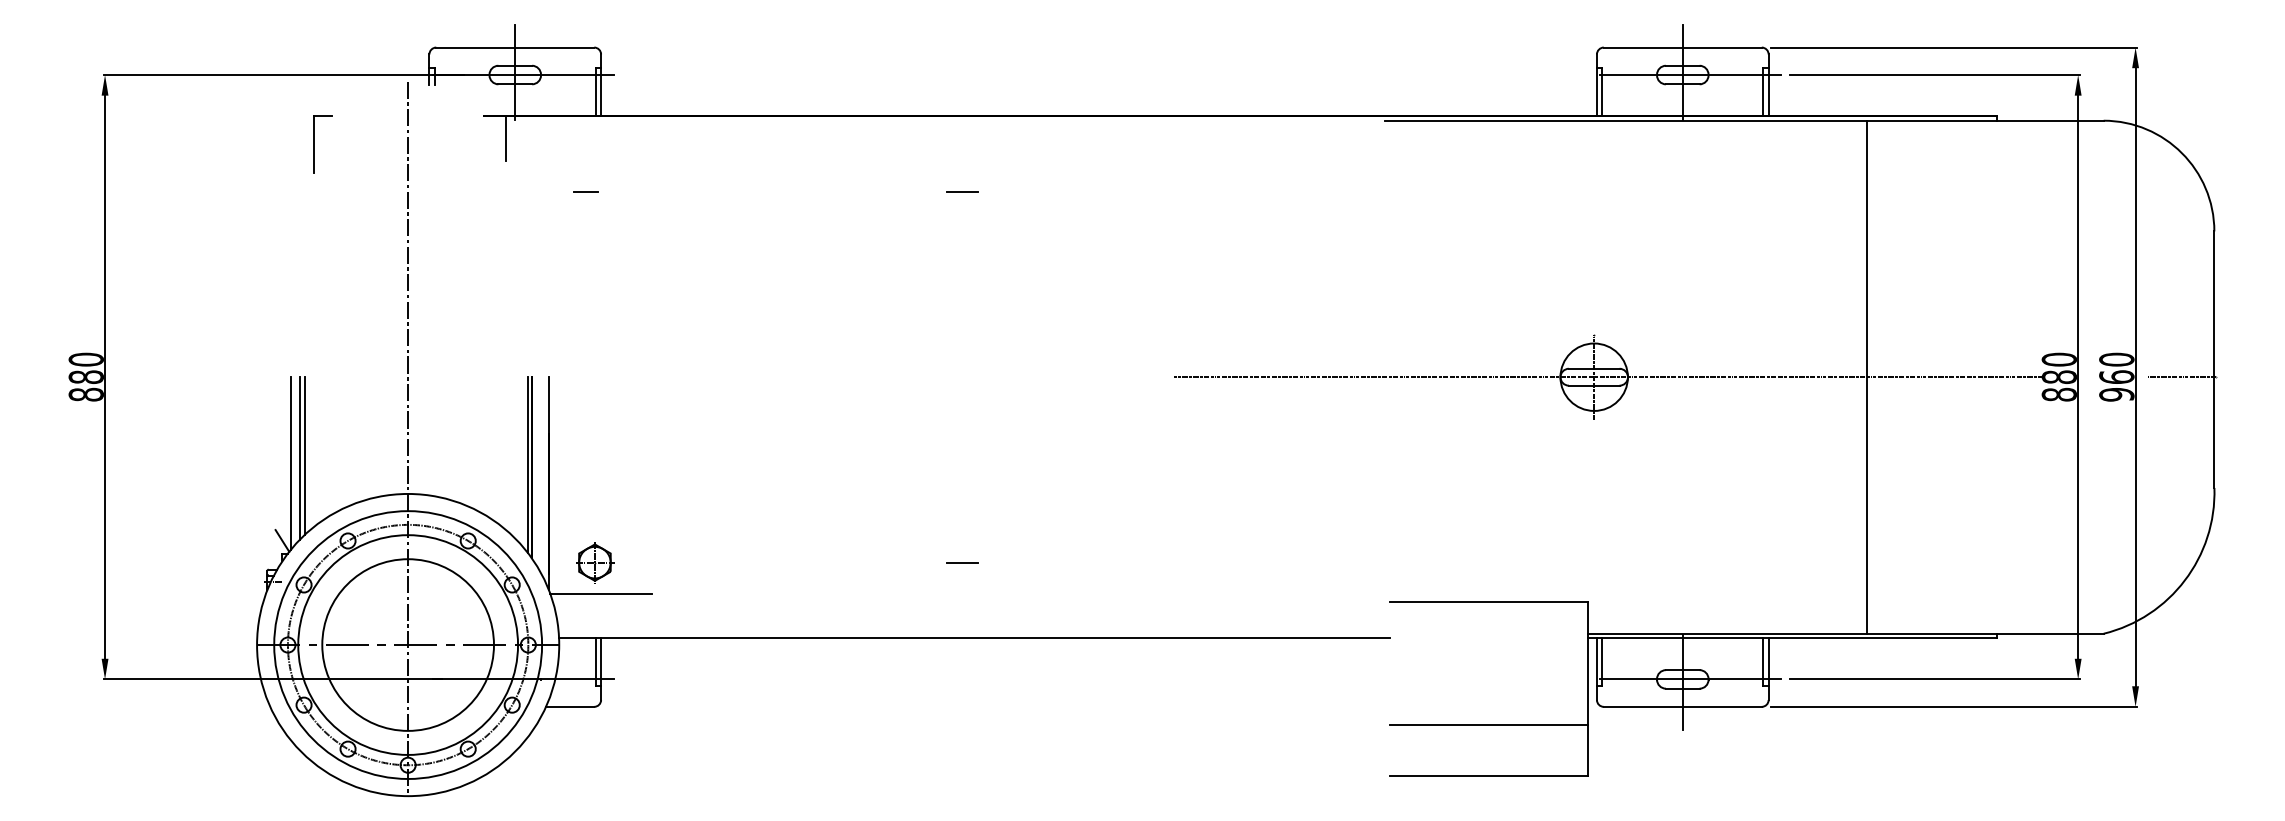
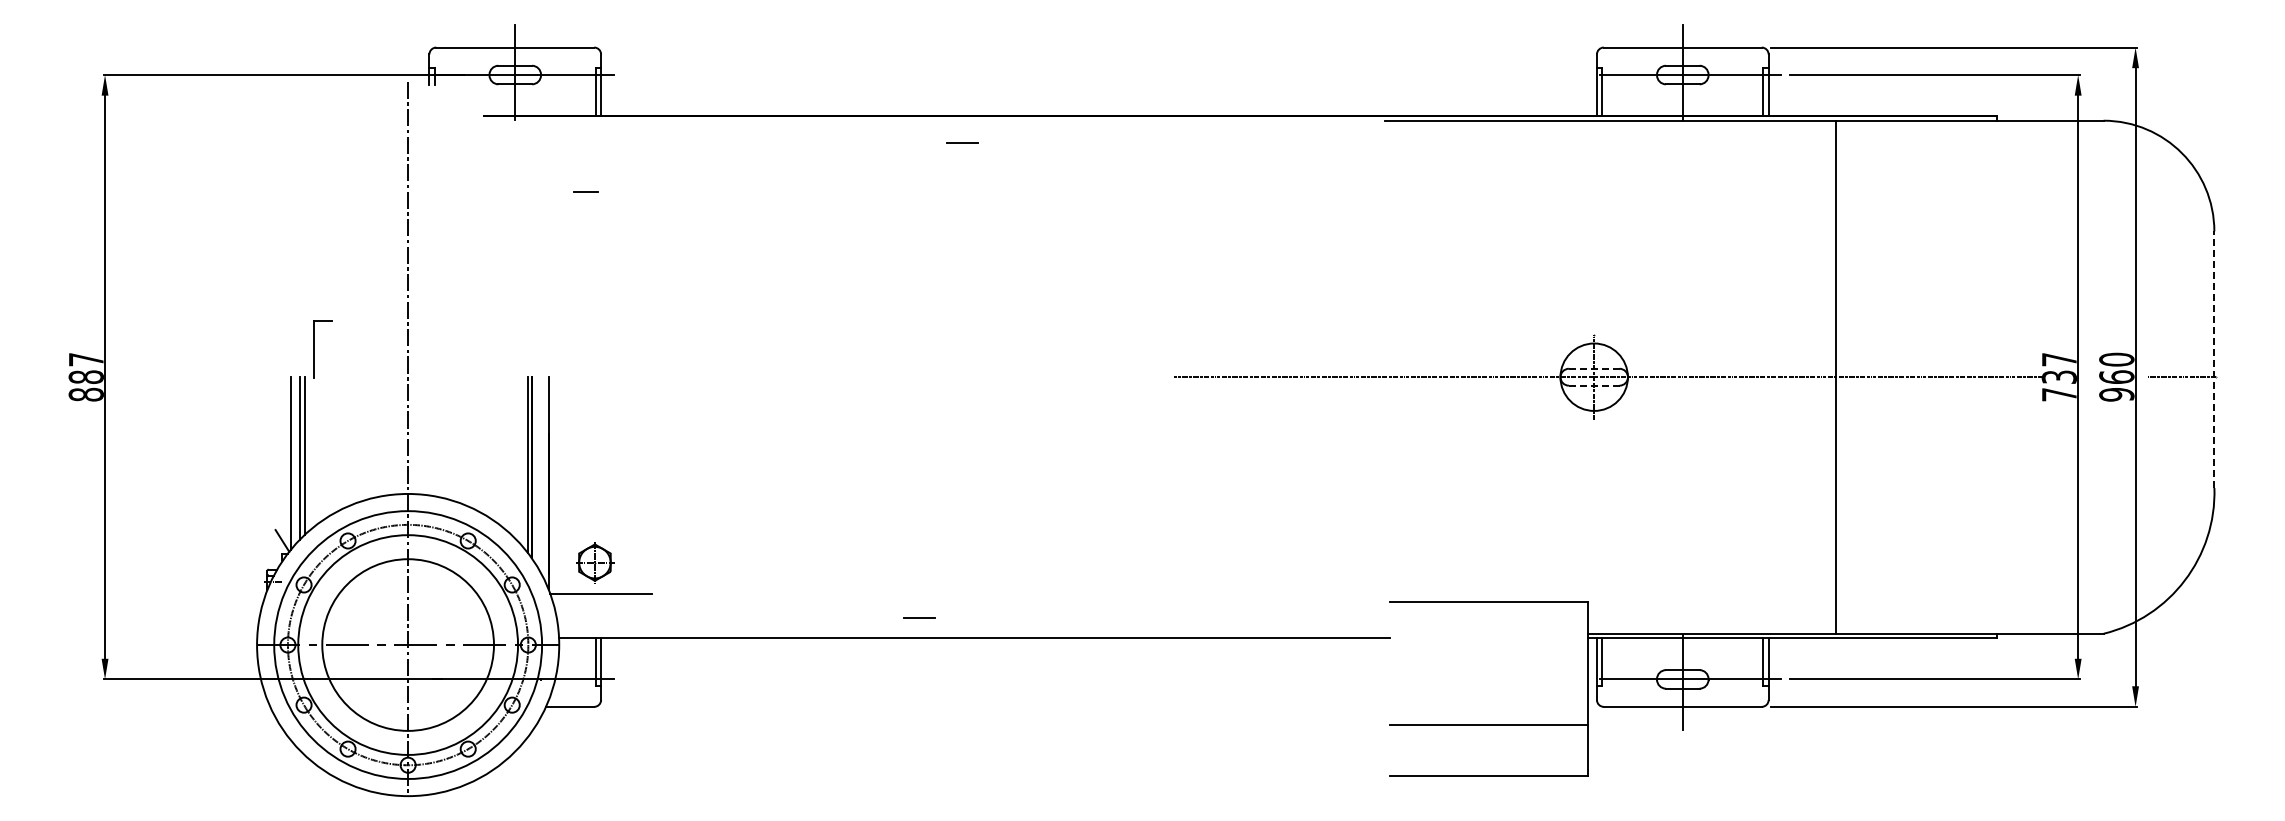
line at (506, 138): present -> none
part at (314, 144) position: (314, 144) -> (314, 349)
line at (962, 191) position: (962, 191) -> (962, 142)
text at (85, 359): 880 -> 887
line at (2214, 359): solid -> dashed
line at (1594, 368): solid -> dashed
line at (1867, 376) position: (1867, 376) -> (1836, 376)
text at (2058, 376): 880 -> 737
line at (1594, 385): solid -> dashed
line at (962, 562) position: (962, 562) -> (919, 617)
